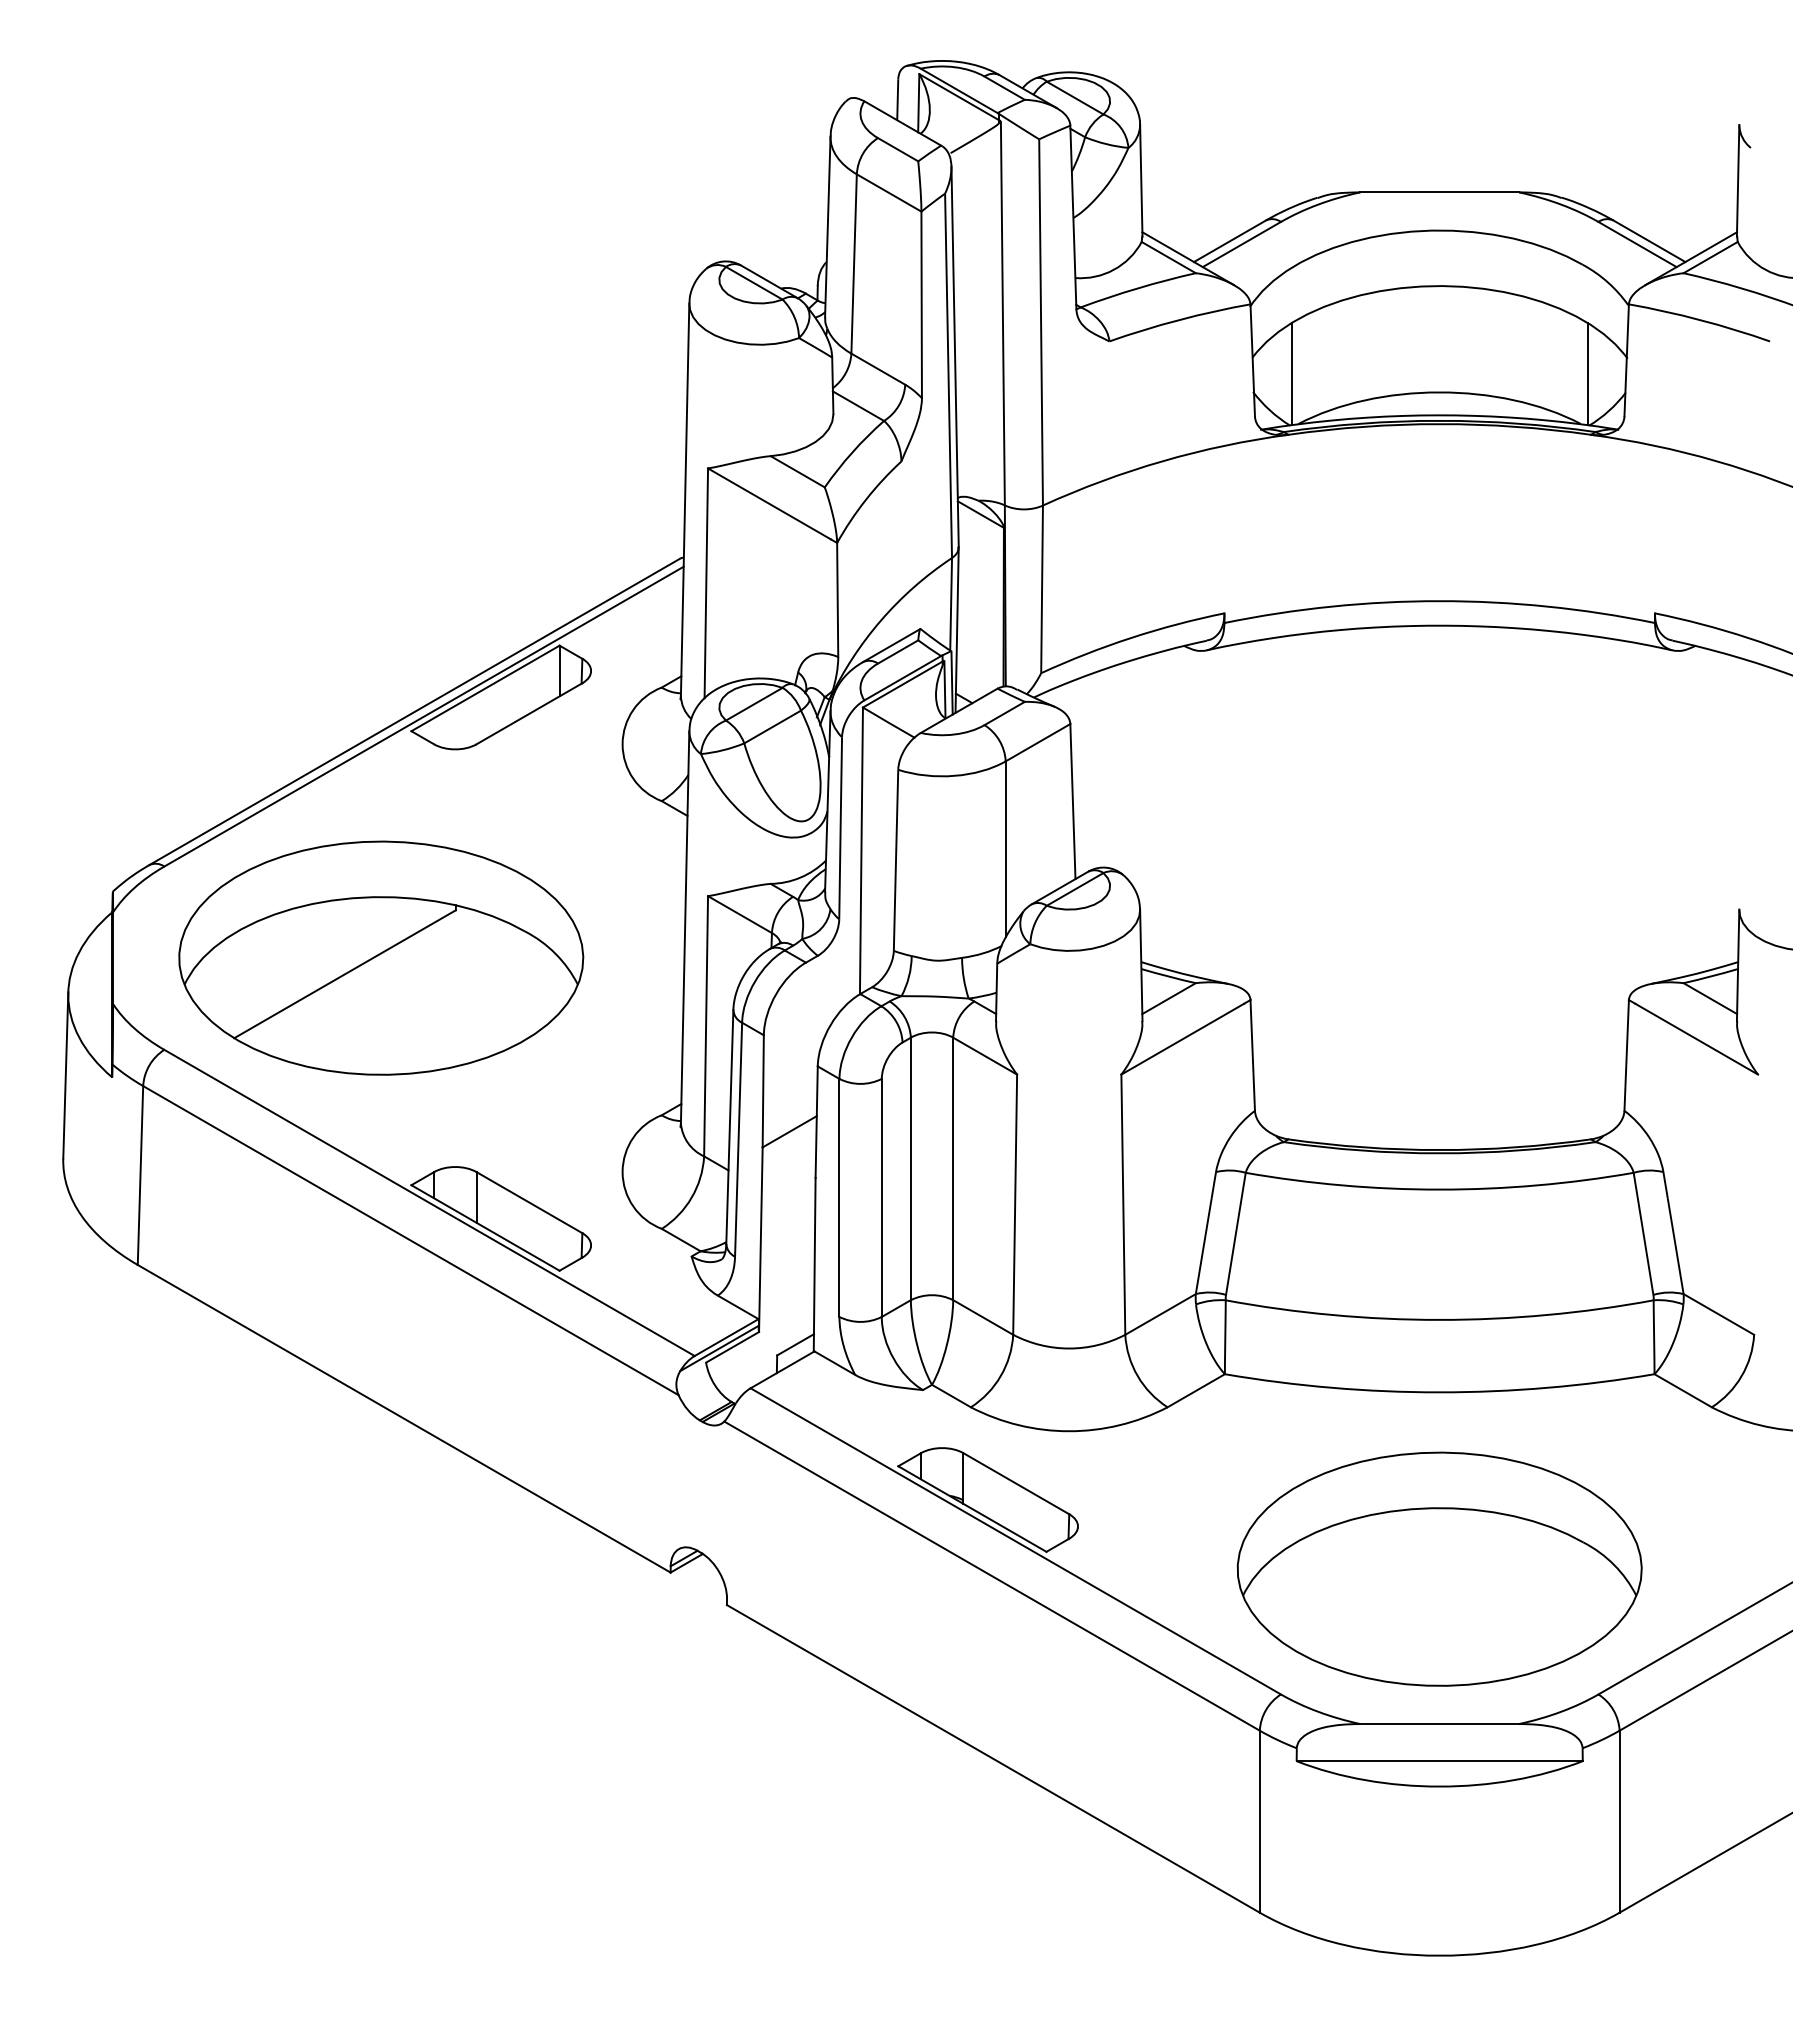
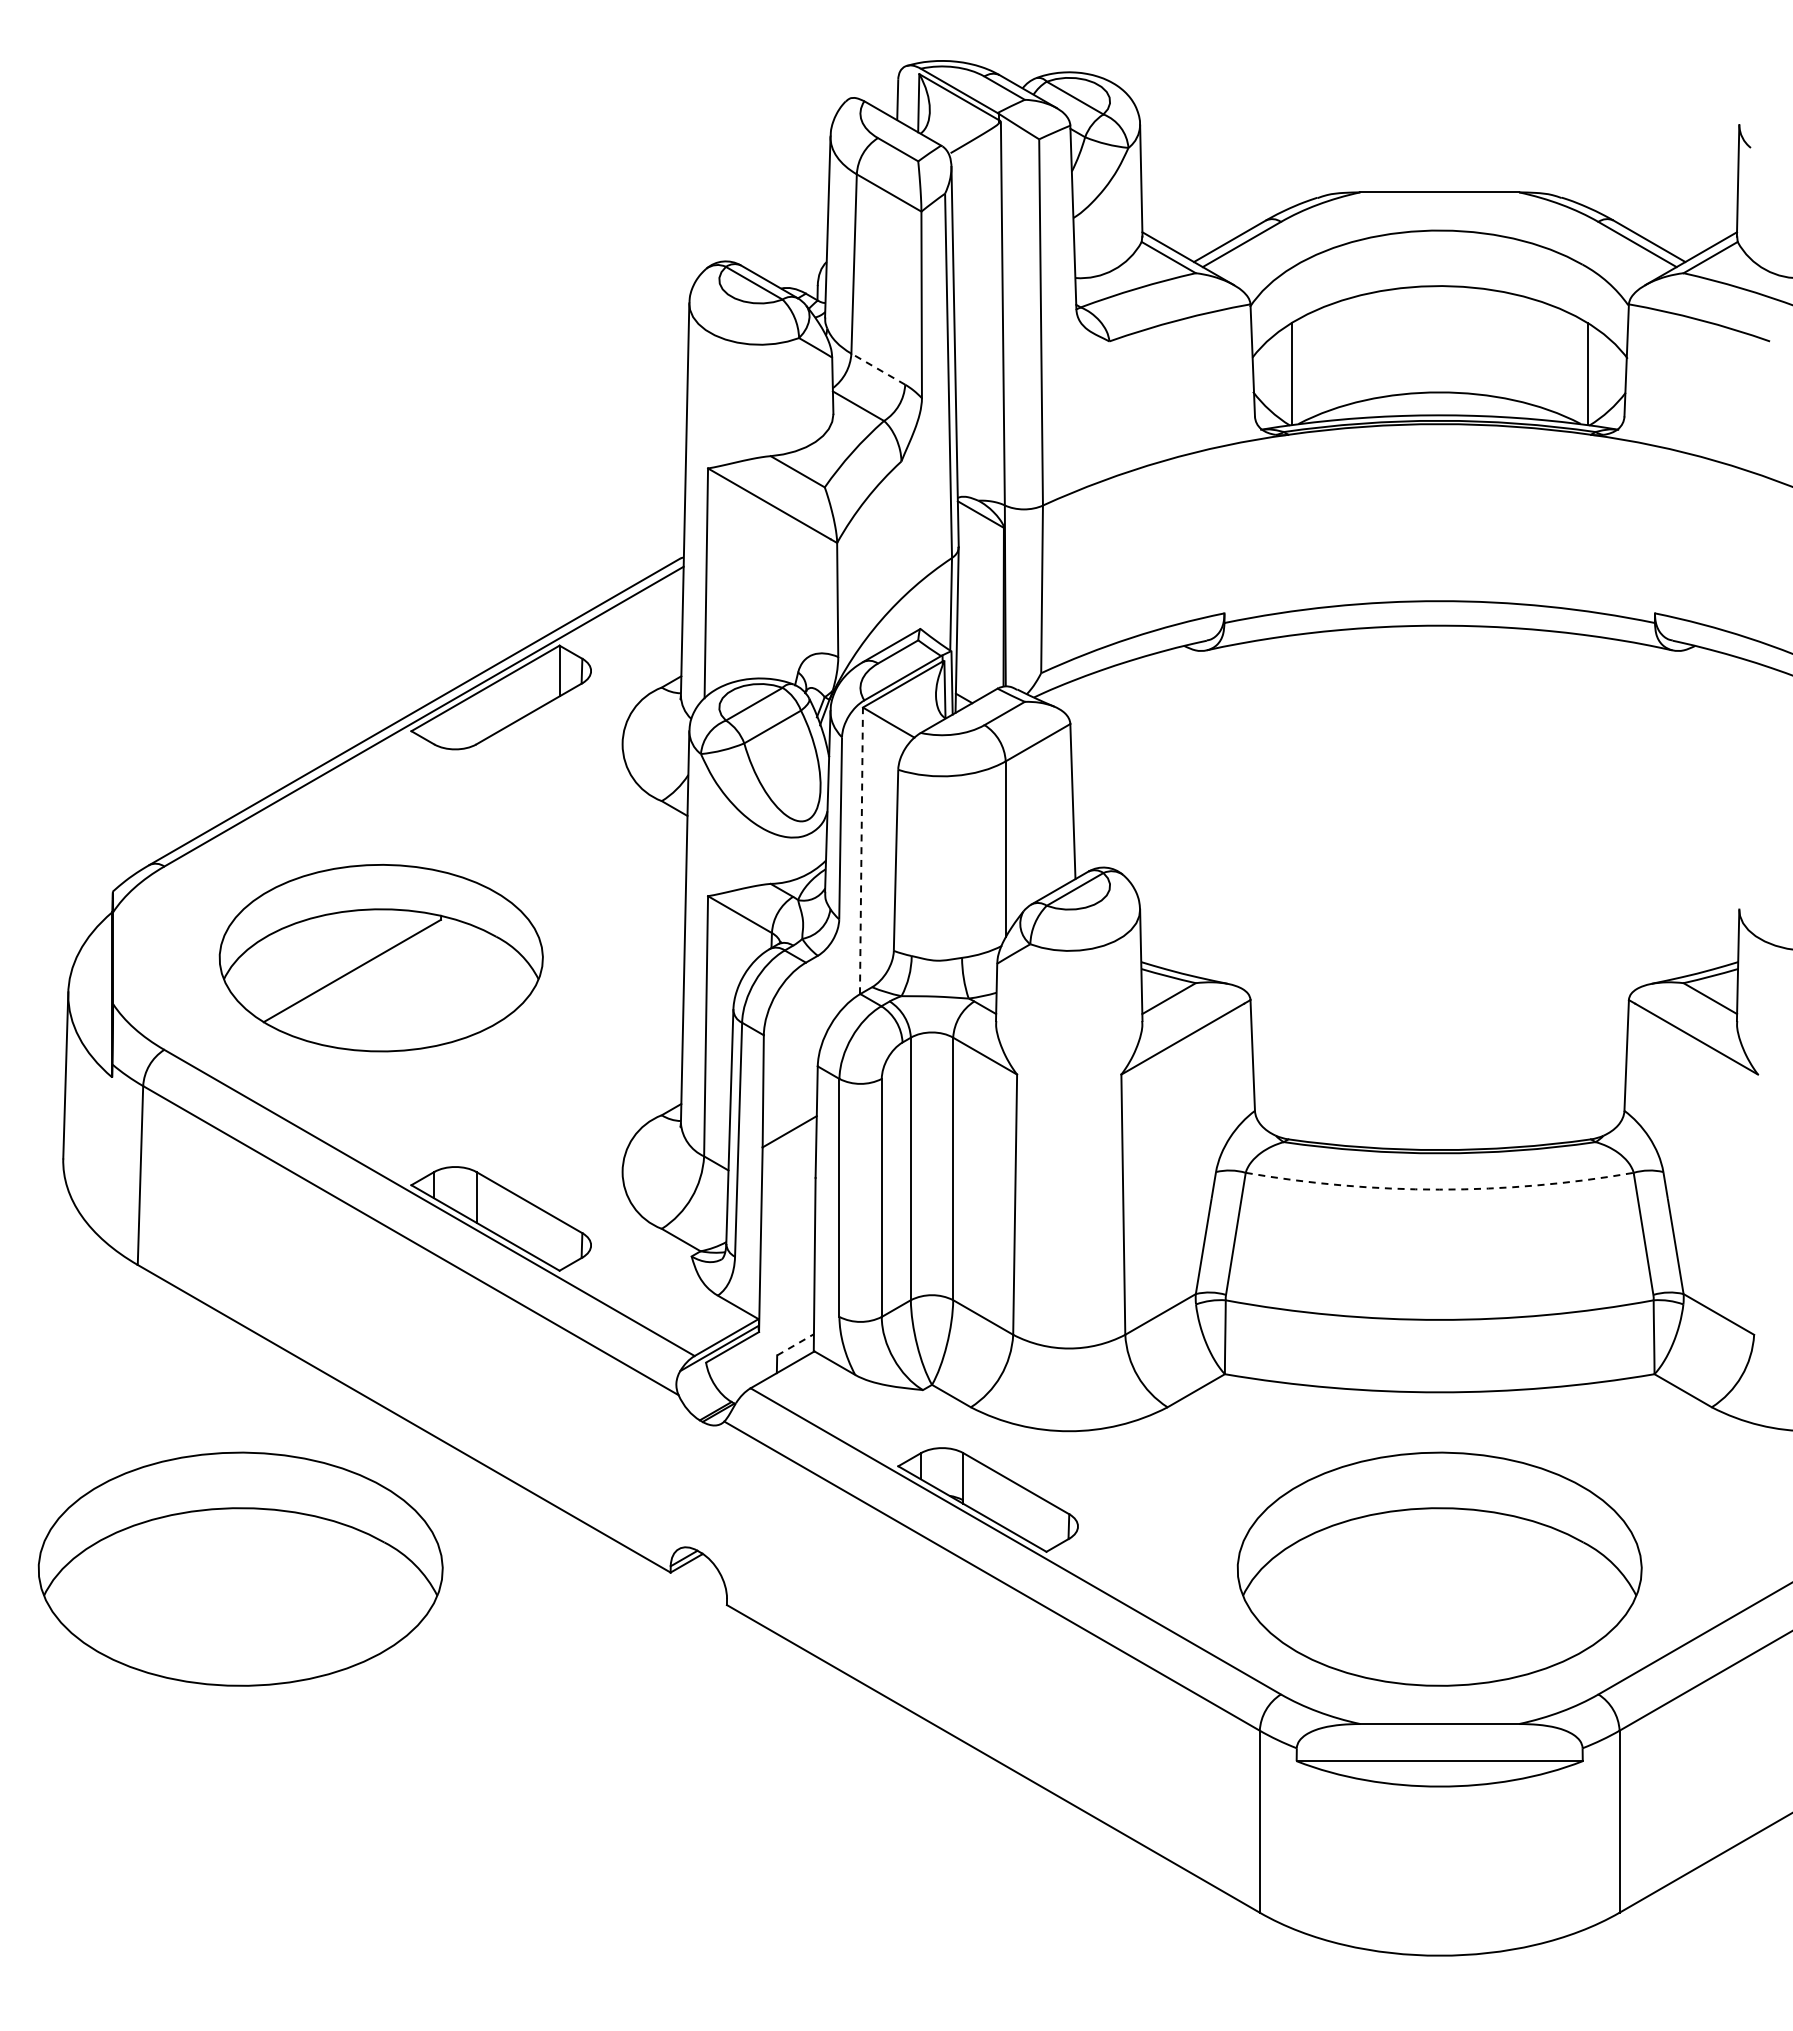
line at (877, 368): solid -> dashed
line at (861, 850): solid -> dashed
part at (381, 957) size: 407x236 px -> 326x189 px
arc at (1439, 1189): solid -> dashed
line at (796, 1344): solid -> dashed
part at (240, 1568): none -> present
